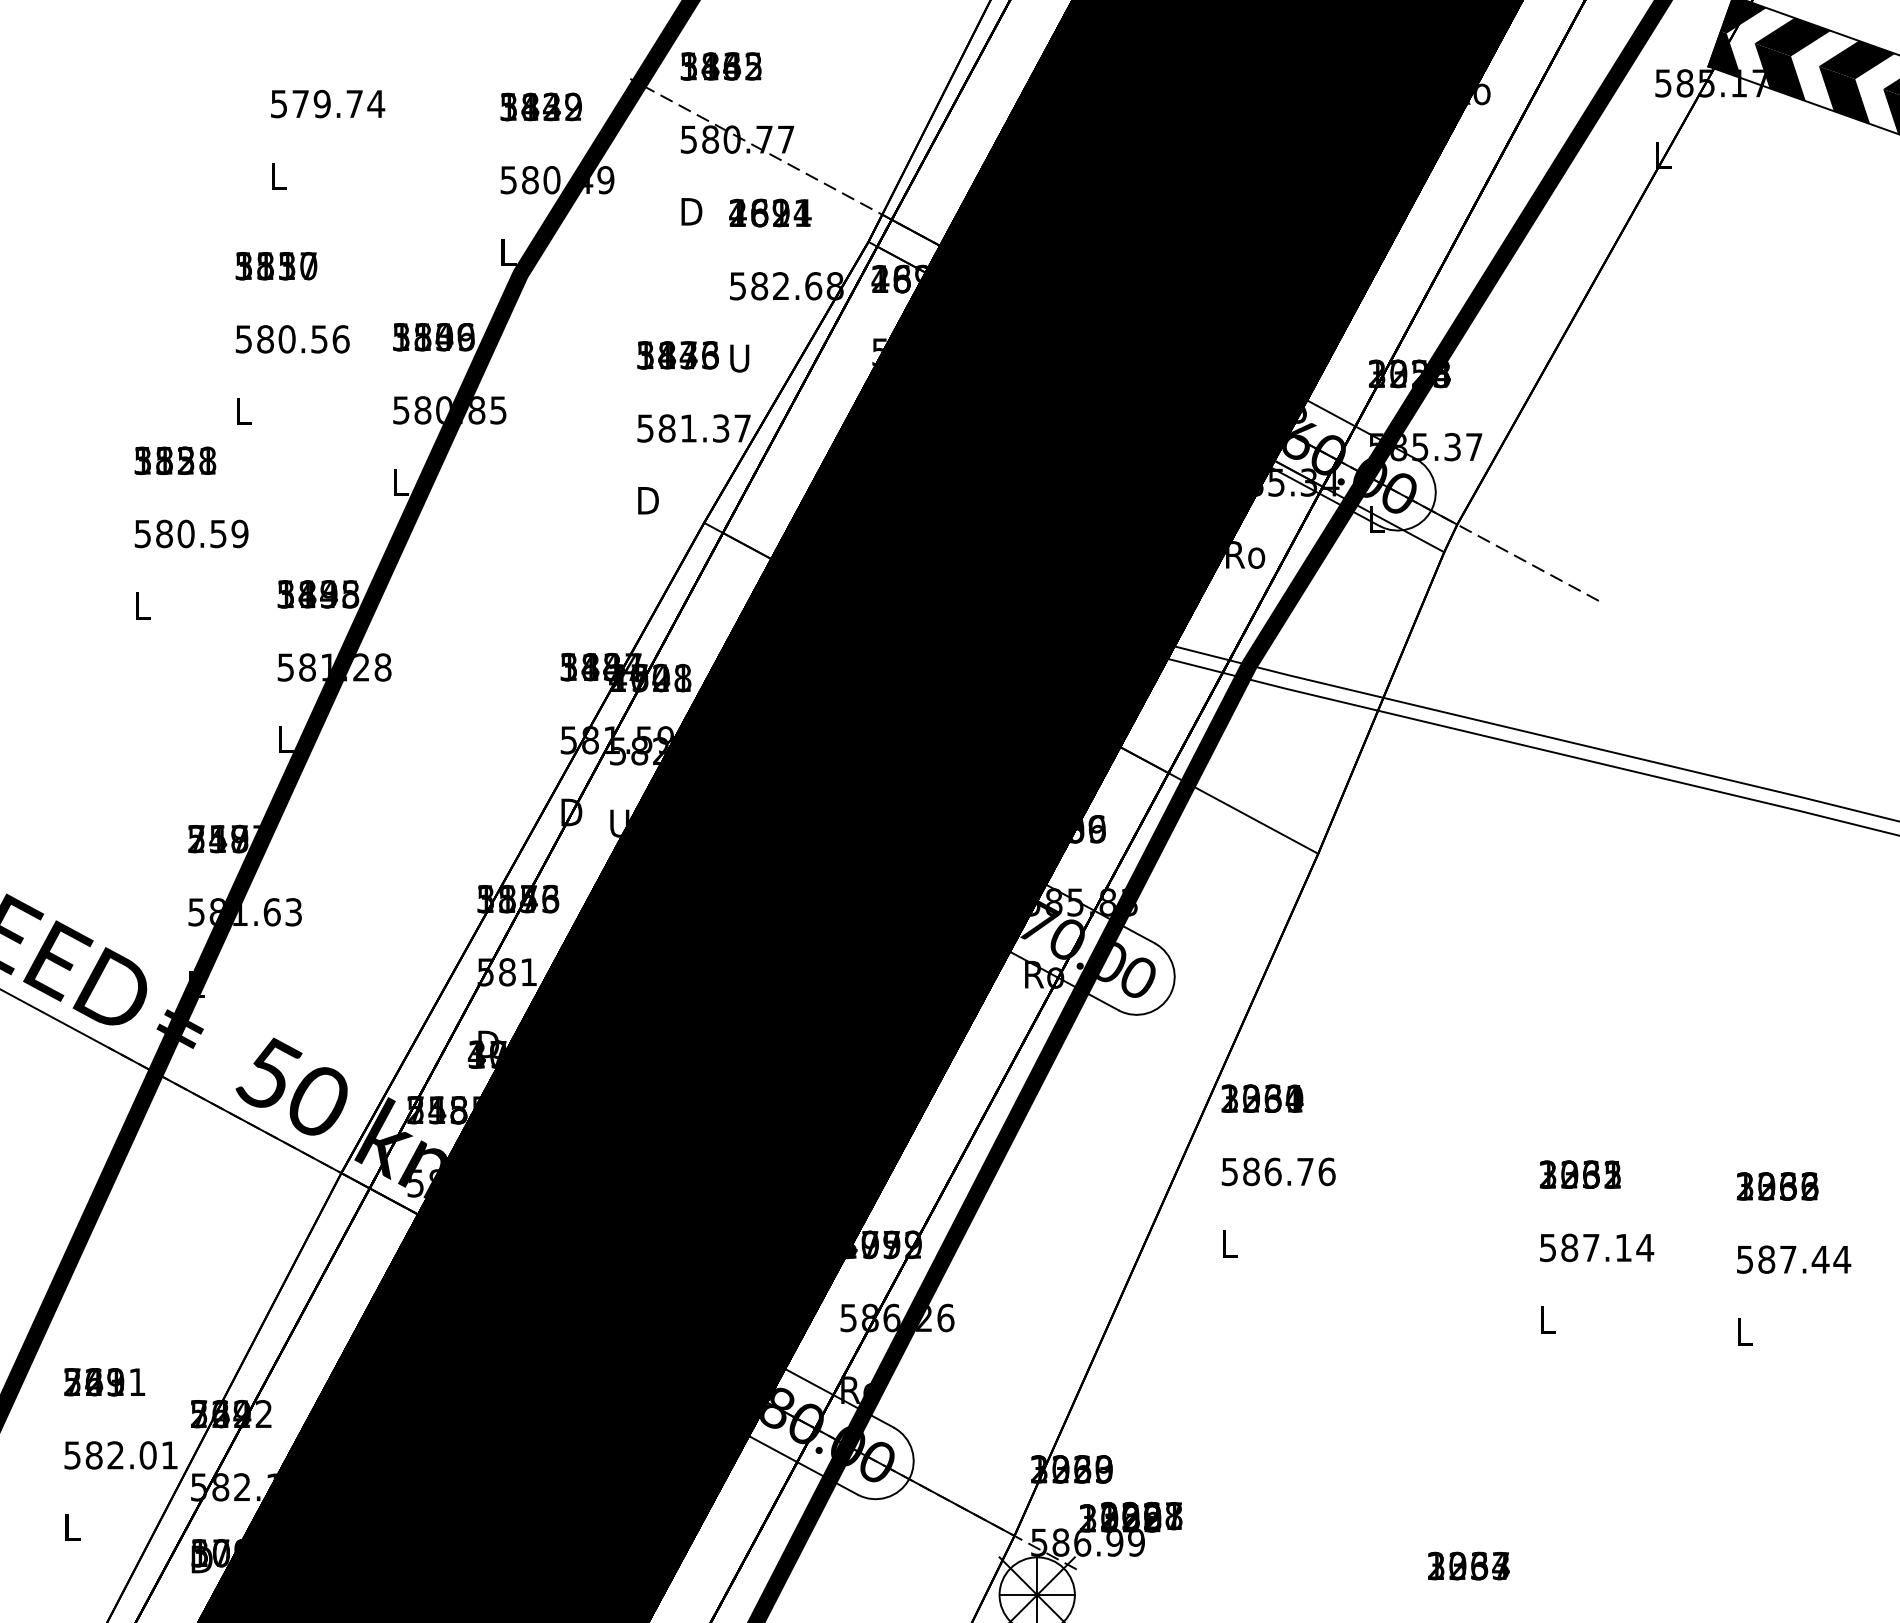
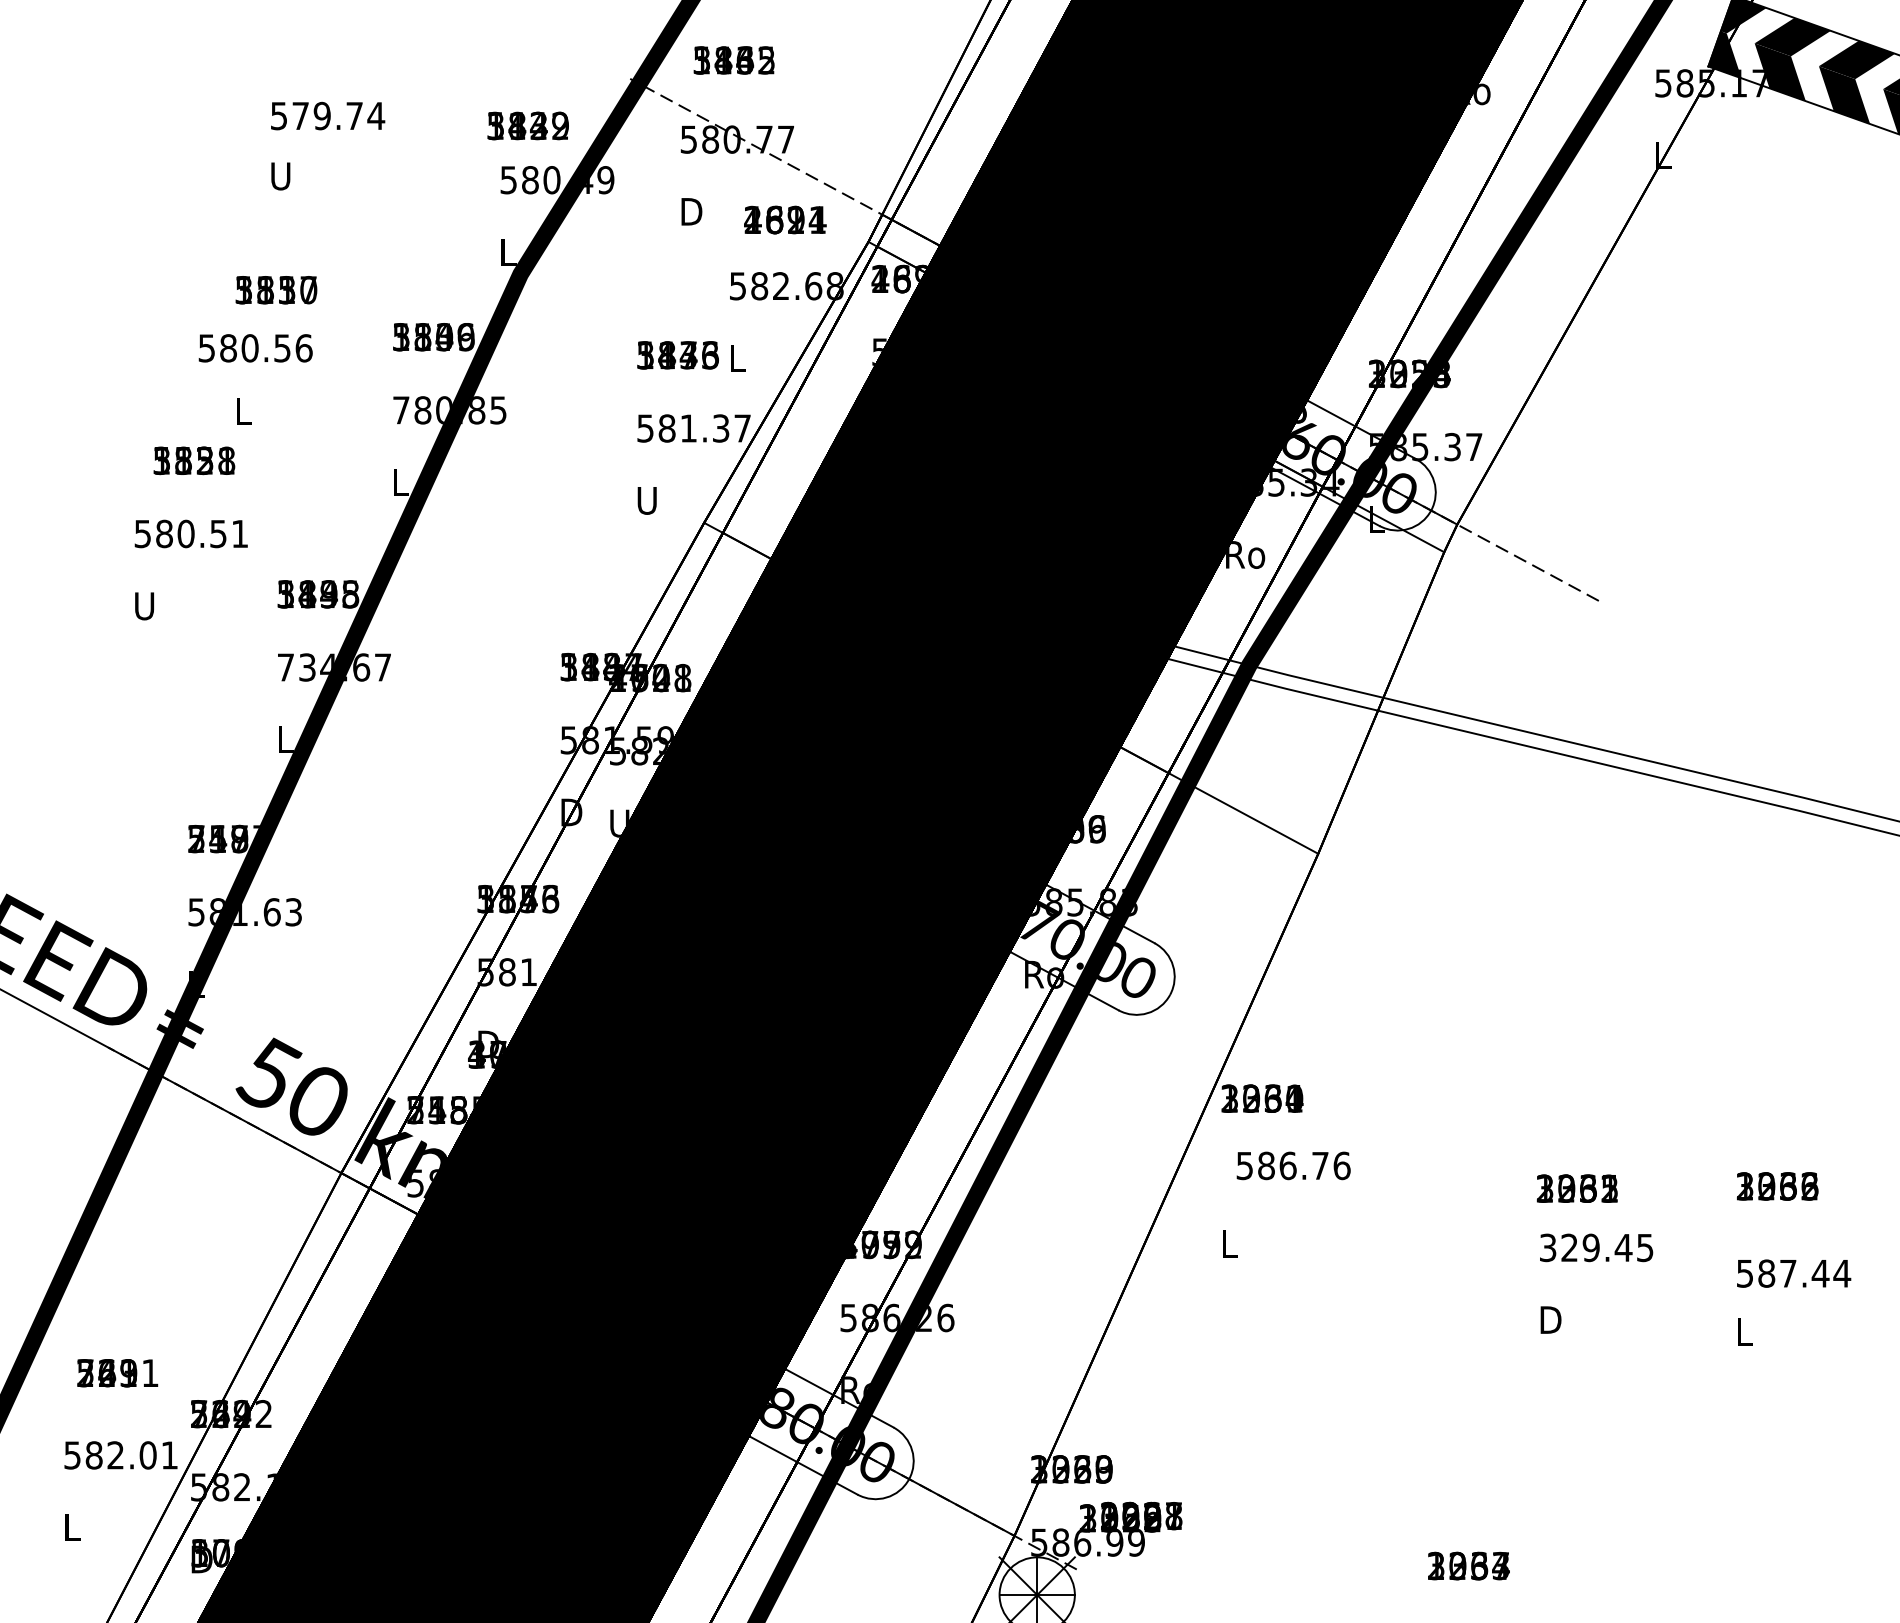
text at (720, 66) position: (720, 66) -> (733, 60)
text at (328, 103) position: (328, 103) -> (328, 115)
text at (540, 106) position: (540, 106) -> (527, 125)
text at (280, 176): L -> U
text at (770, 212) position: (770, 212) -> (785, 219)
text at (276, 266) position: (276, 266) -> (276, 290)
text at (292, 339) position: (292, 339) -> (255, 348)
text at (739, 358): U -> L
text at (401, 410): 580.85 -> 780.85
text at (175, 460) position: (175, 460) -> (194, 460)
text at (647, 500): D -> U
text at (239, 533): 580.59 -> 580.51
text at (144, 606): L -> U
text at (334, 667): 581.28 -> 734.67
text at (1278, 1171) position: (1278, 1171) -> (1293, 1165)
text at (1579, 1174) position: (1579, 1174) -> (1576, 1188)
text at (1597, 1247): 587.14 -> 329.45
text at (1794, 1259) position: (1794, 1259) -> (1794, 1273)
text at (1550, 1319): L -> D
text at (104, 1382) position: (104, 1382) -> (117, 1373)
